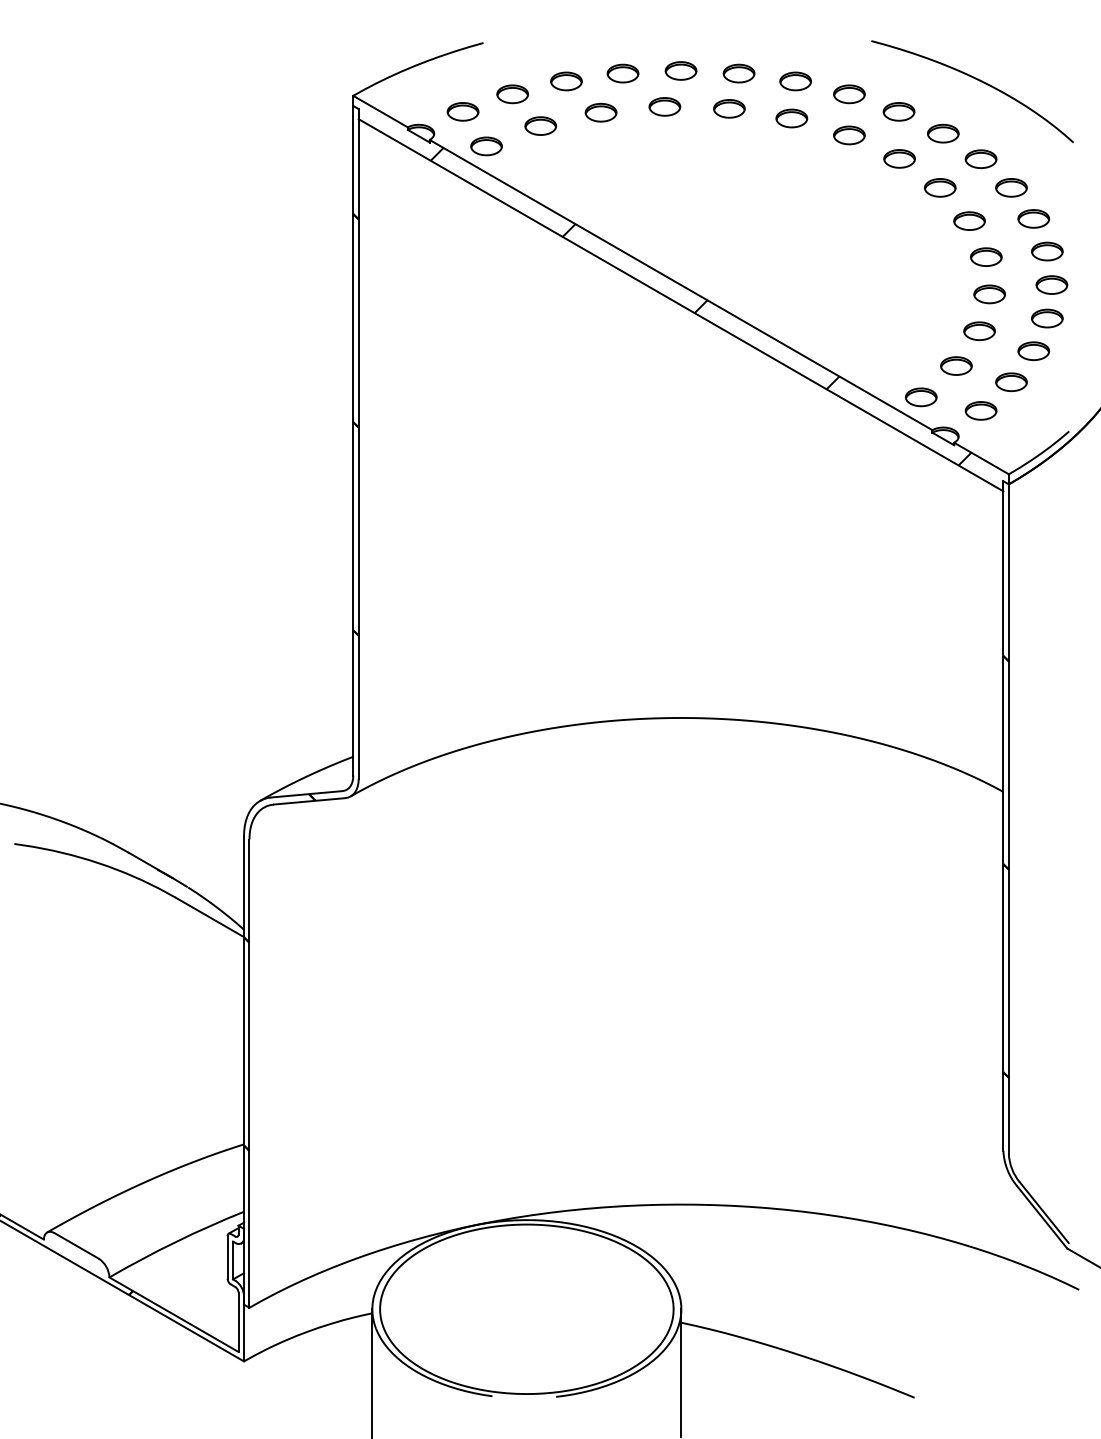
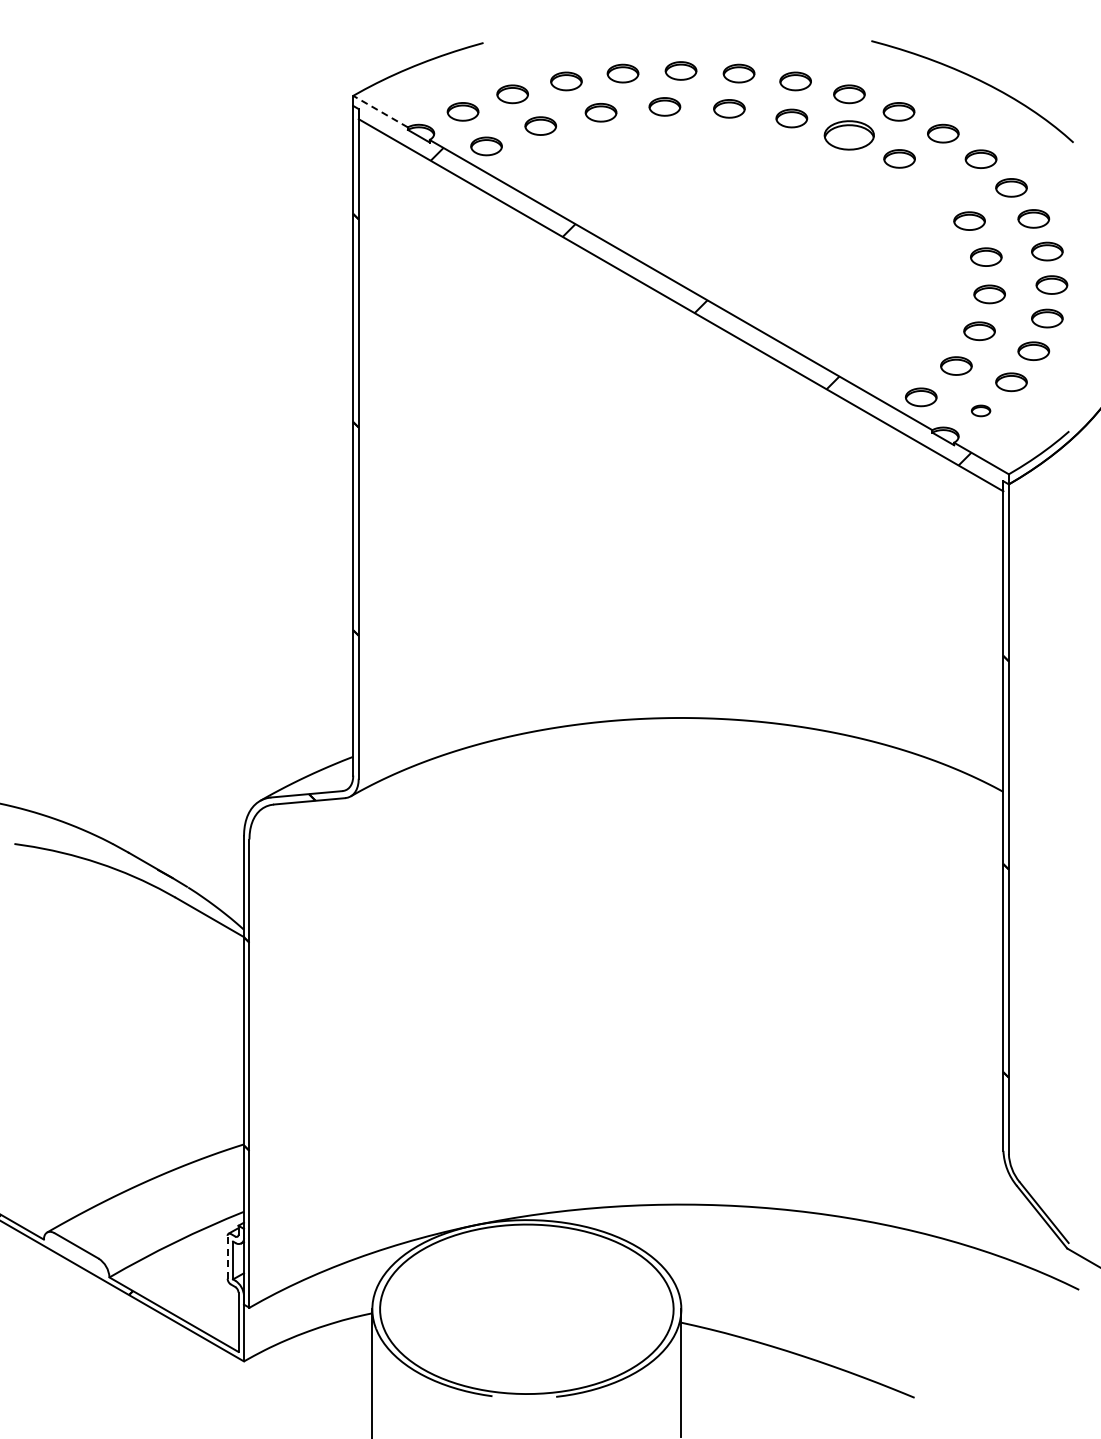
line at (380, 111): solid -> dashed
part at (849, 135) size: 33x21 px -> 52x31 px
part at (940, 187): present -> none
part at (980, 410) size: 34x20 px -> 21x14 px
line at (227, 1256): solid -> dashed
